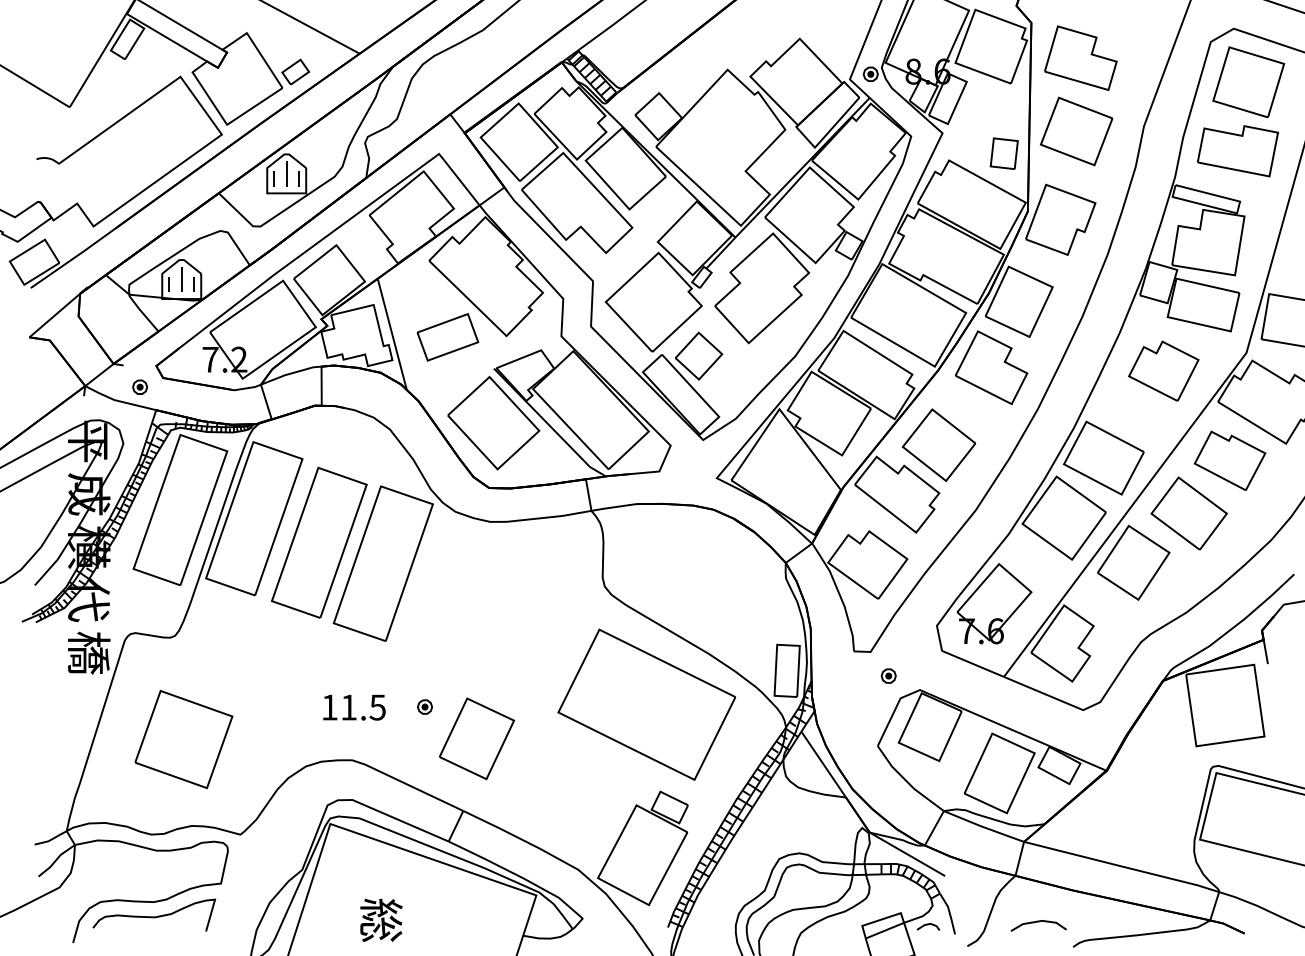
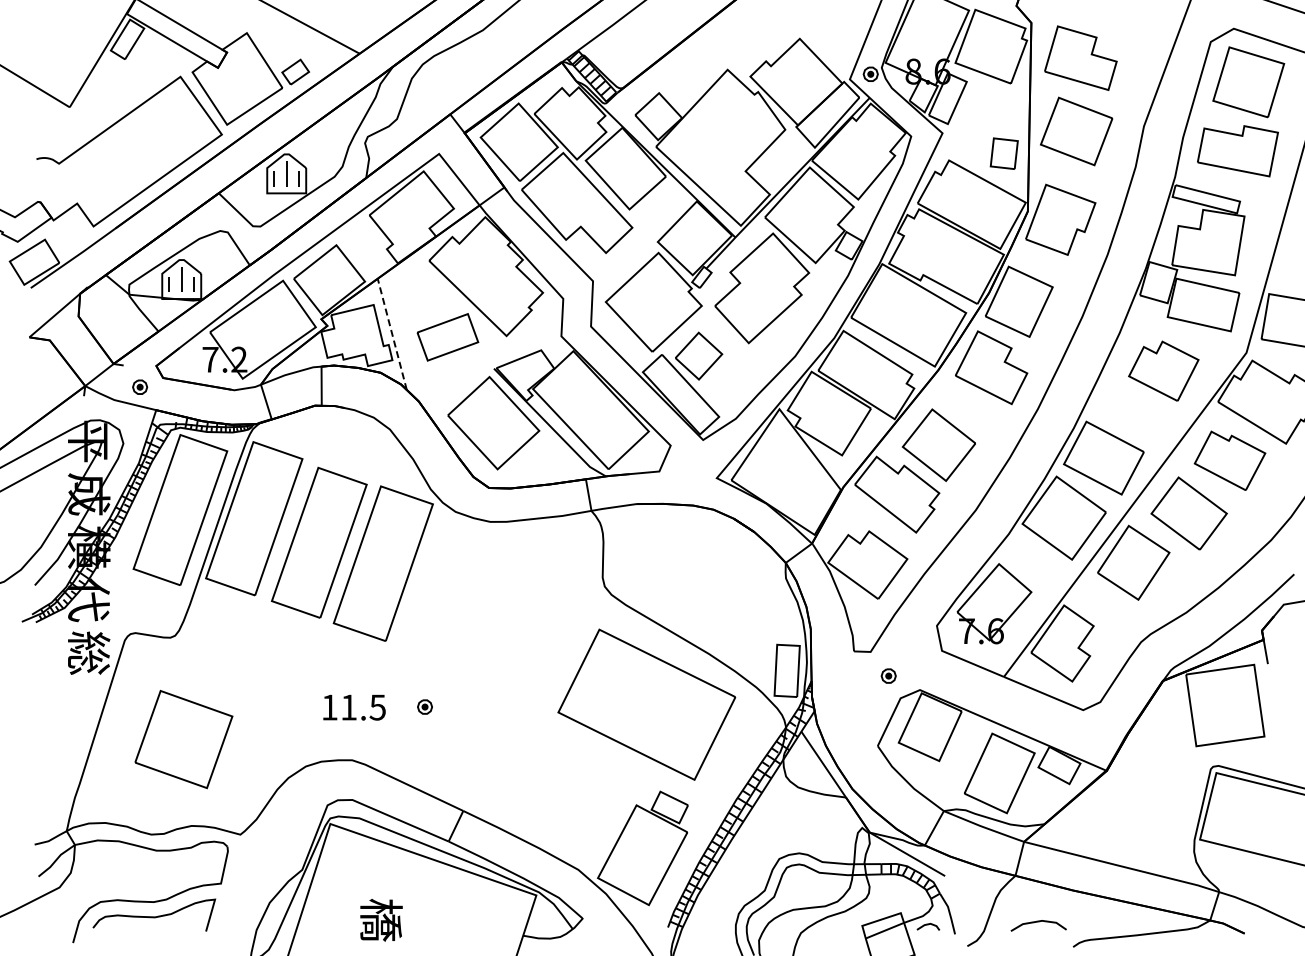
line at (392, 333): solid -> dashed
text at (89, 652): 橋 -> 総
part at (477, 738): present -> none
text at (381, 919): 総 -> 橋
